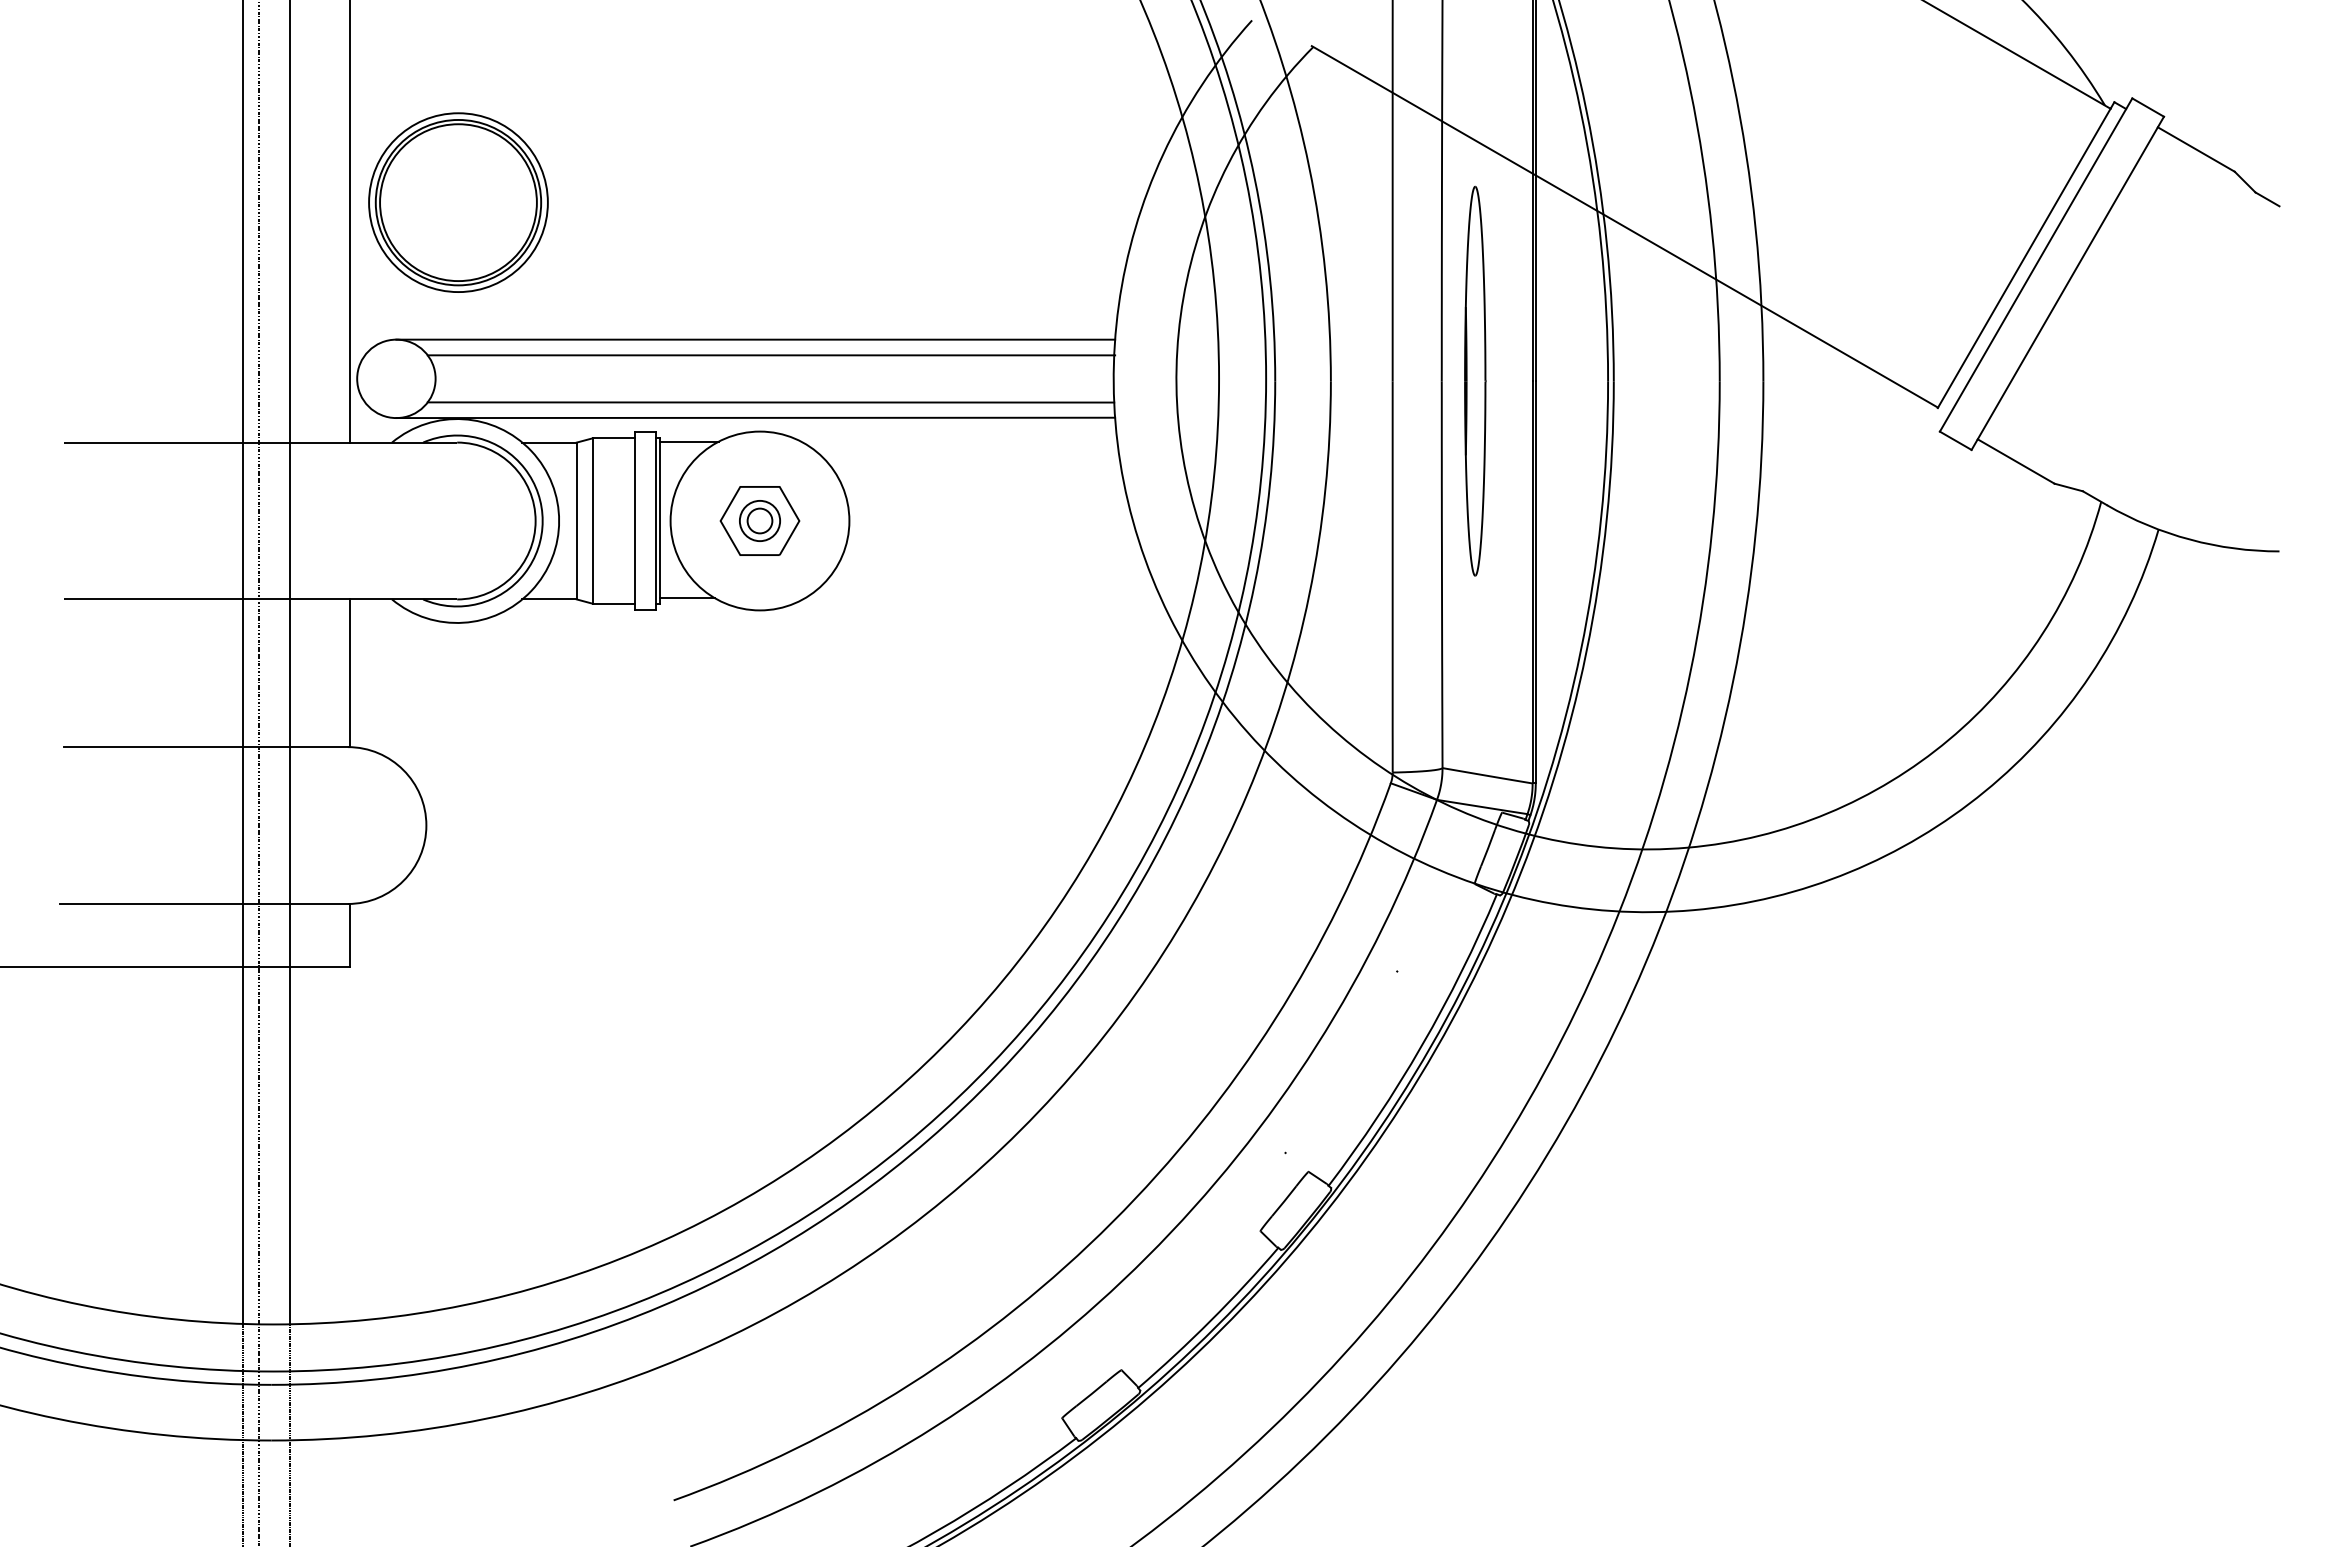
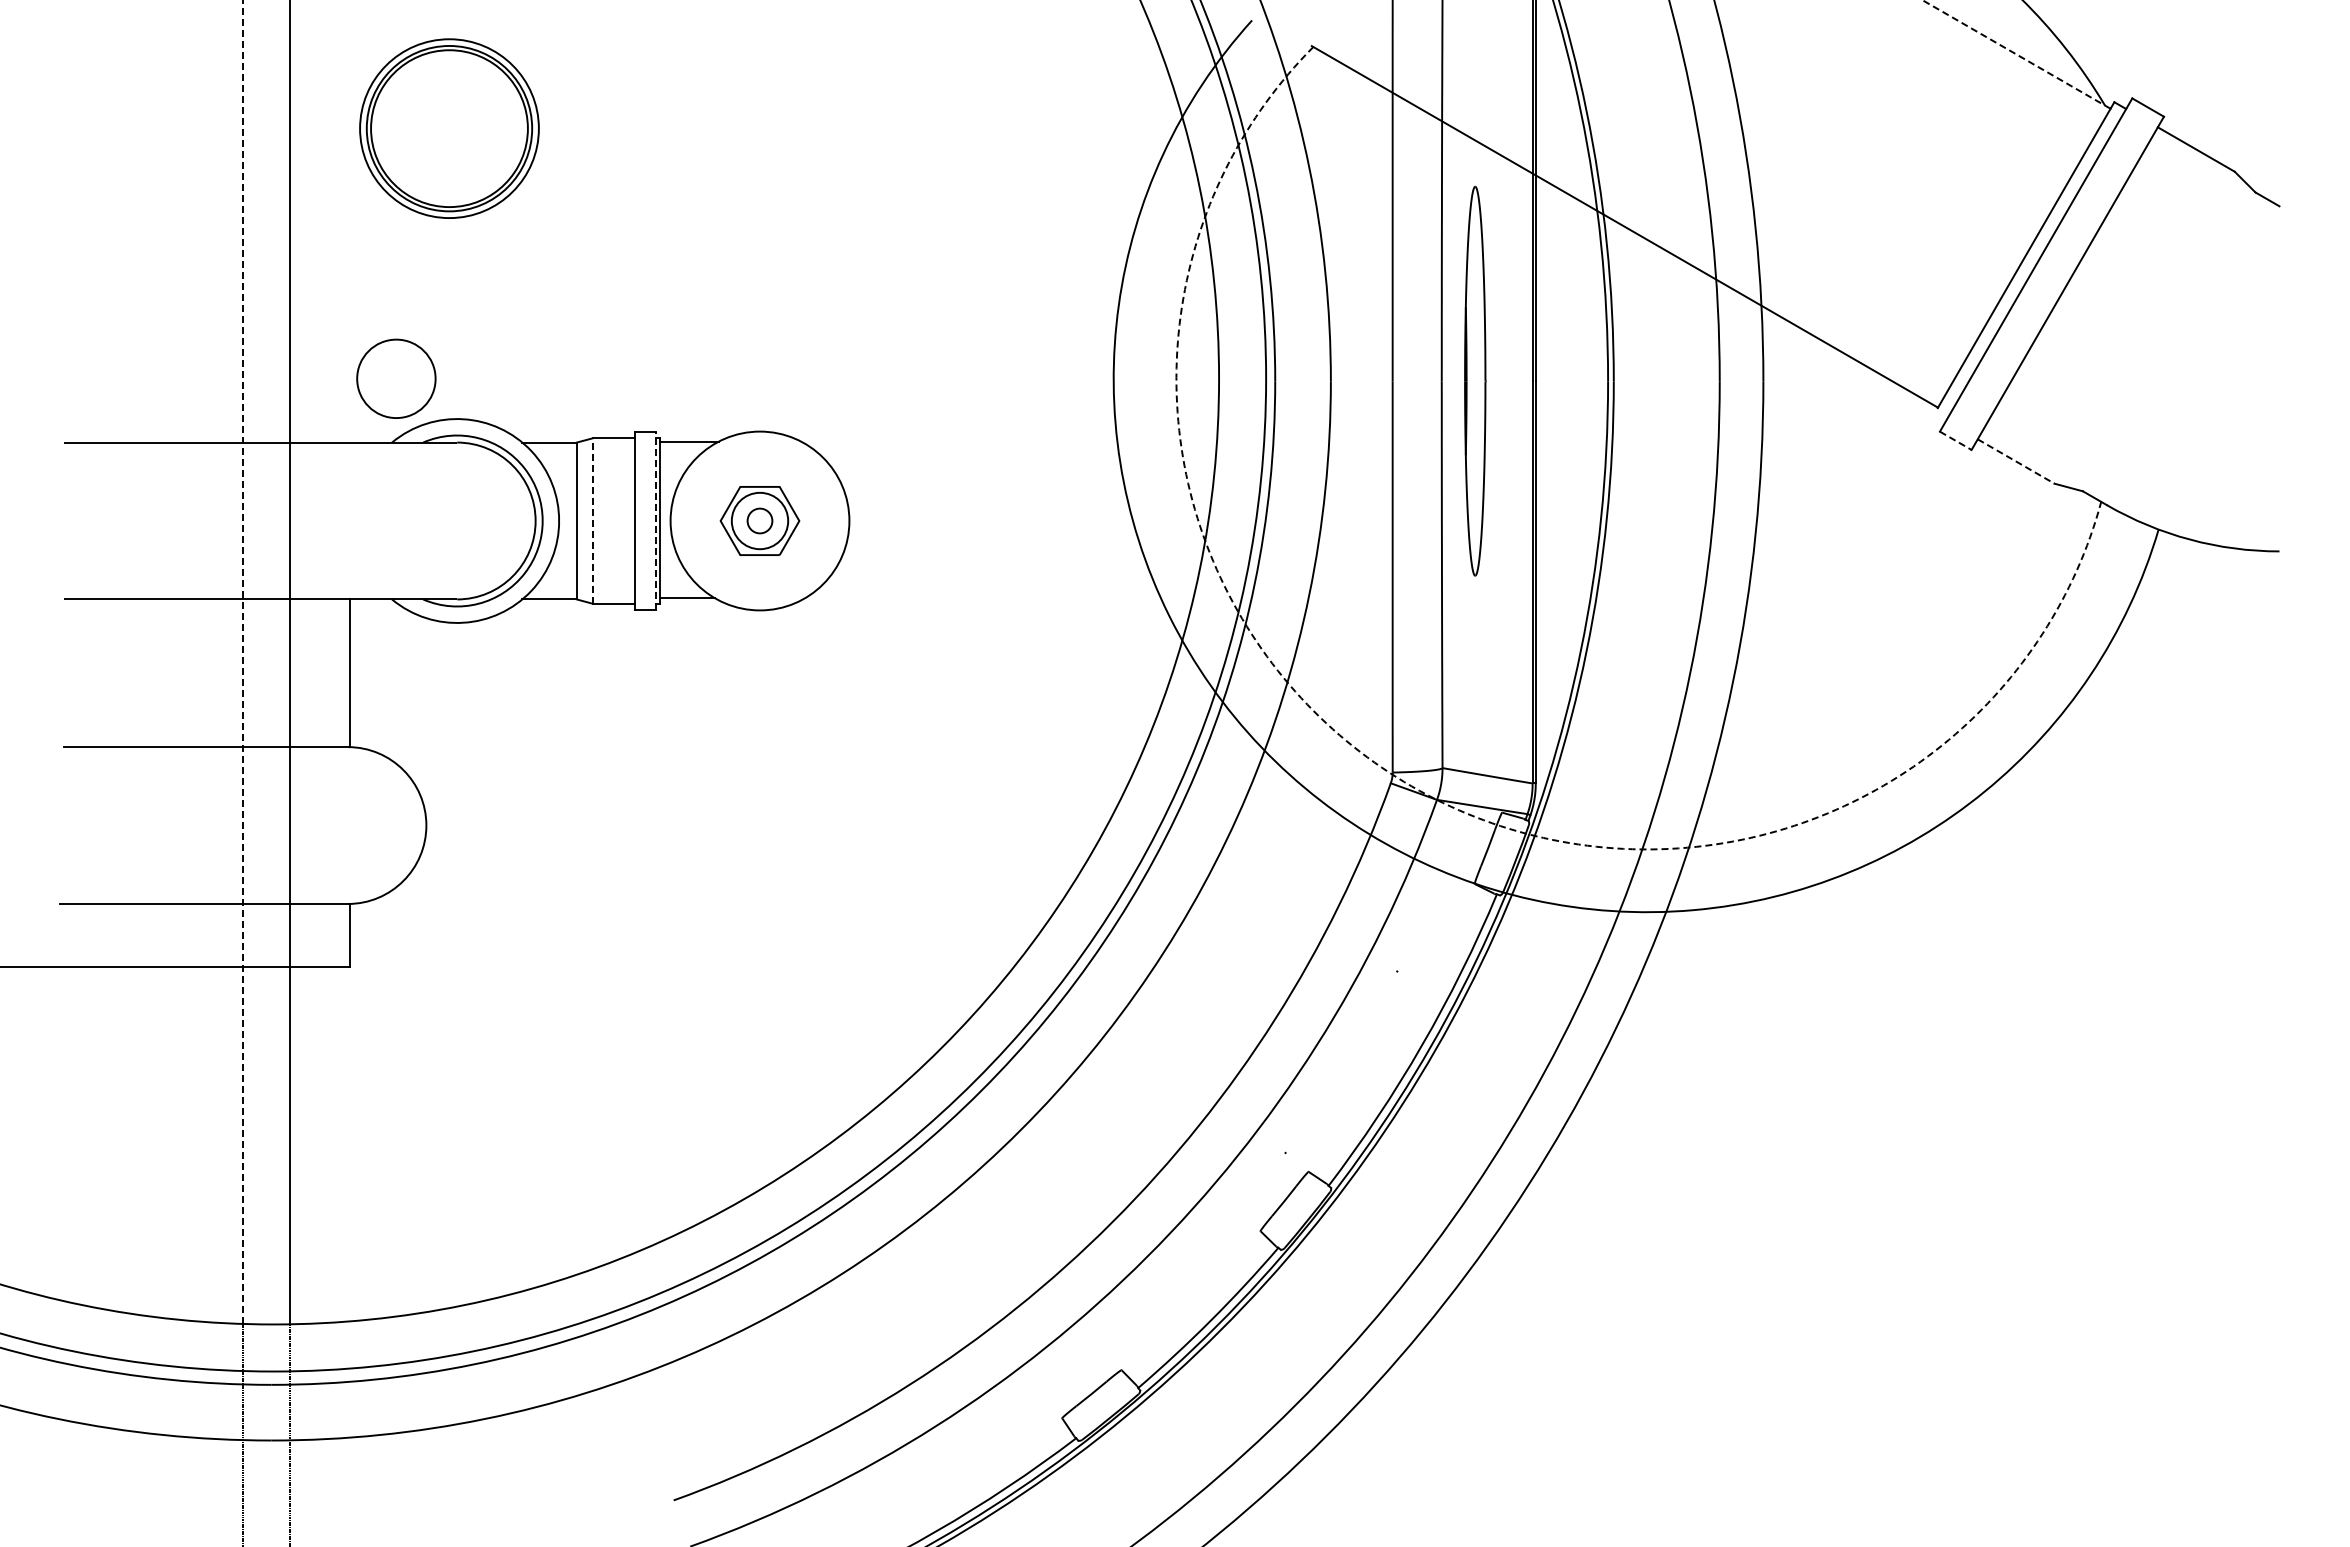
line at (2016, 54): solid -> dashed
part at (458, 202) position: (458, 202) -> (449, 128)
line at (350, 222): present -> none
line at (755, 339): present -> none
line at (771, 355): present -> none
line at (770, 402): present -> none
line at (755, 417): present -> none
line at (1956, 441): solid -> dashed
line at (2016, 461): solid -> dashed
line at (655, 520): solid -> dashed
circle at (759, 520) diameter: 40 px -> 56 px
line at (592, 521): solid -> dashed
line at (243, 662): solid -> dashed
line at (258, 772): present -> none
arc at (1411, 786): solid -> dashed
